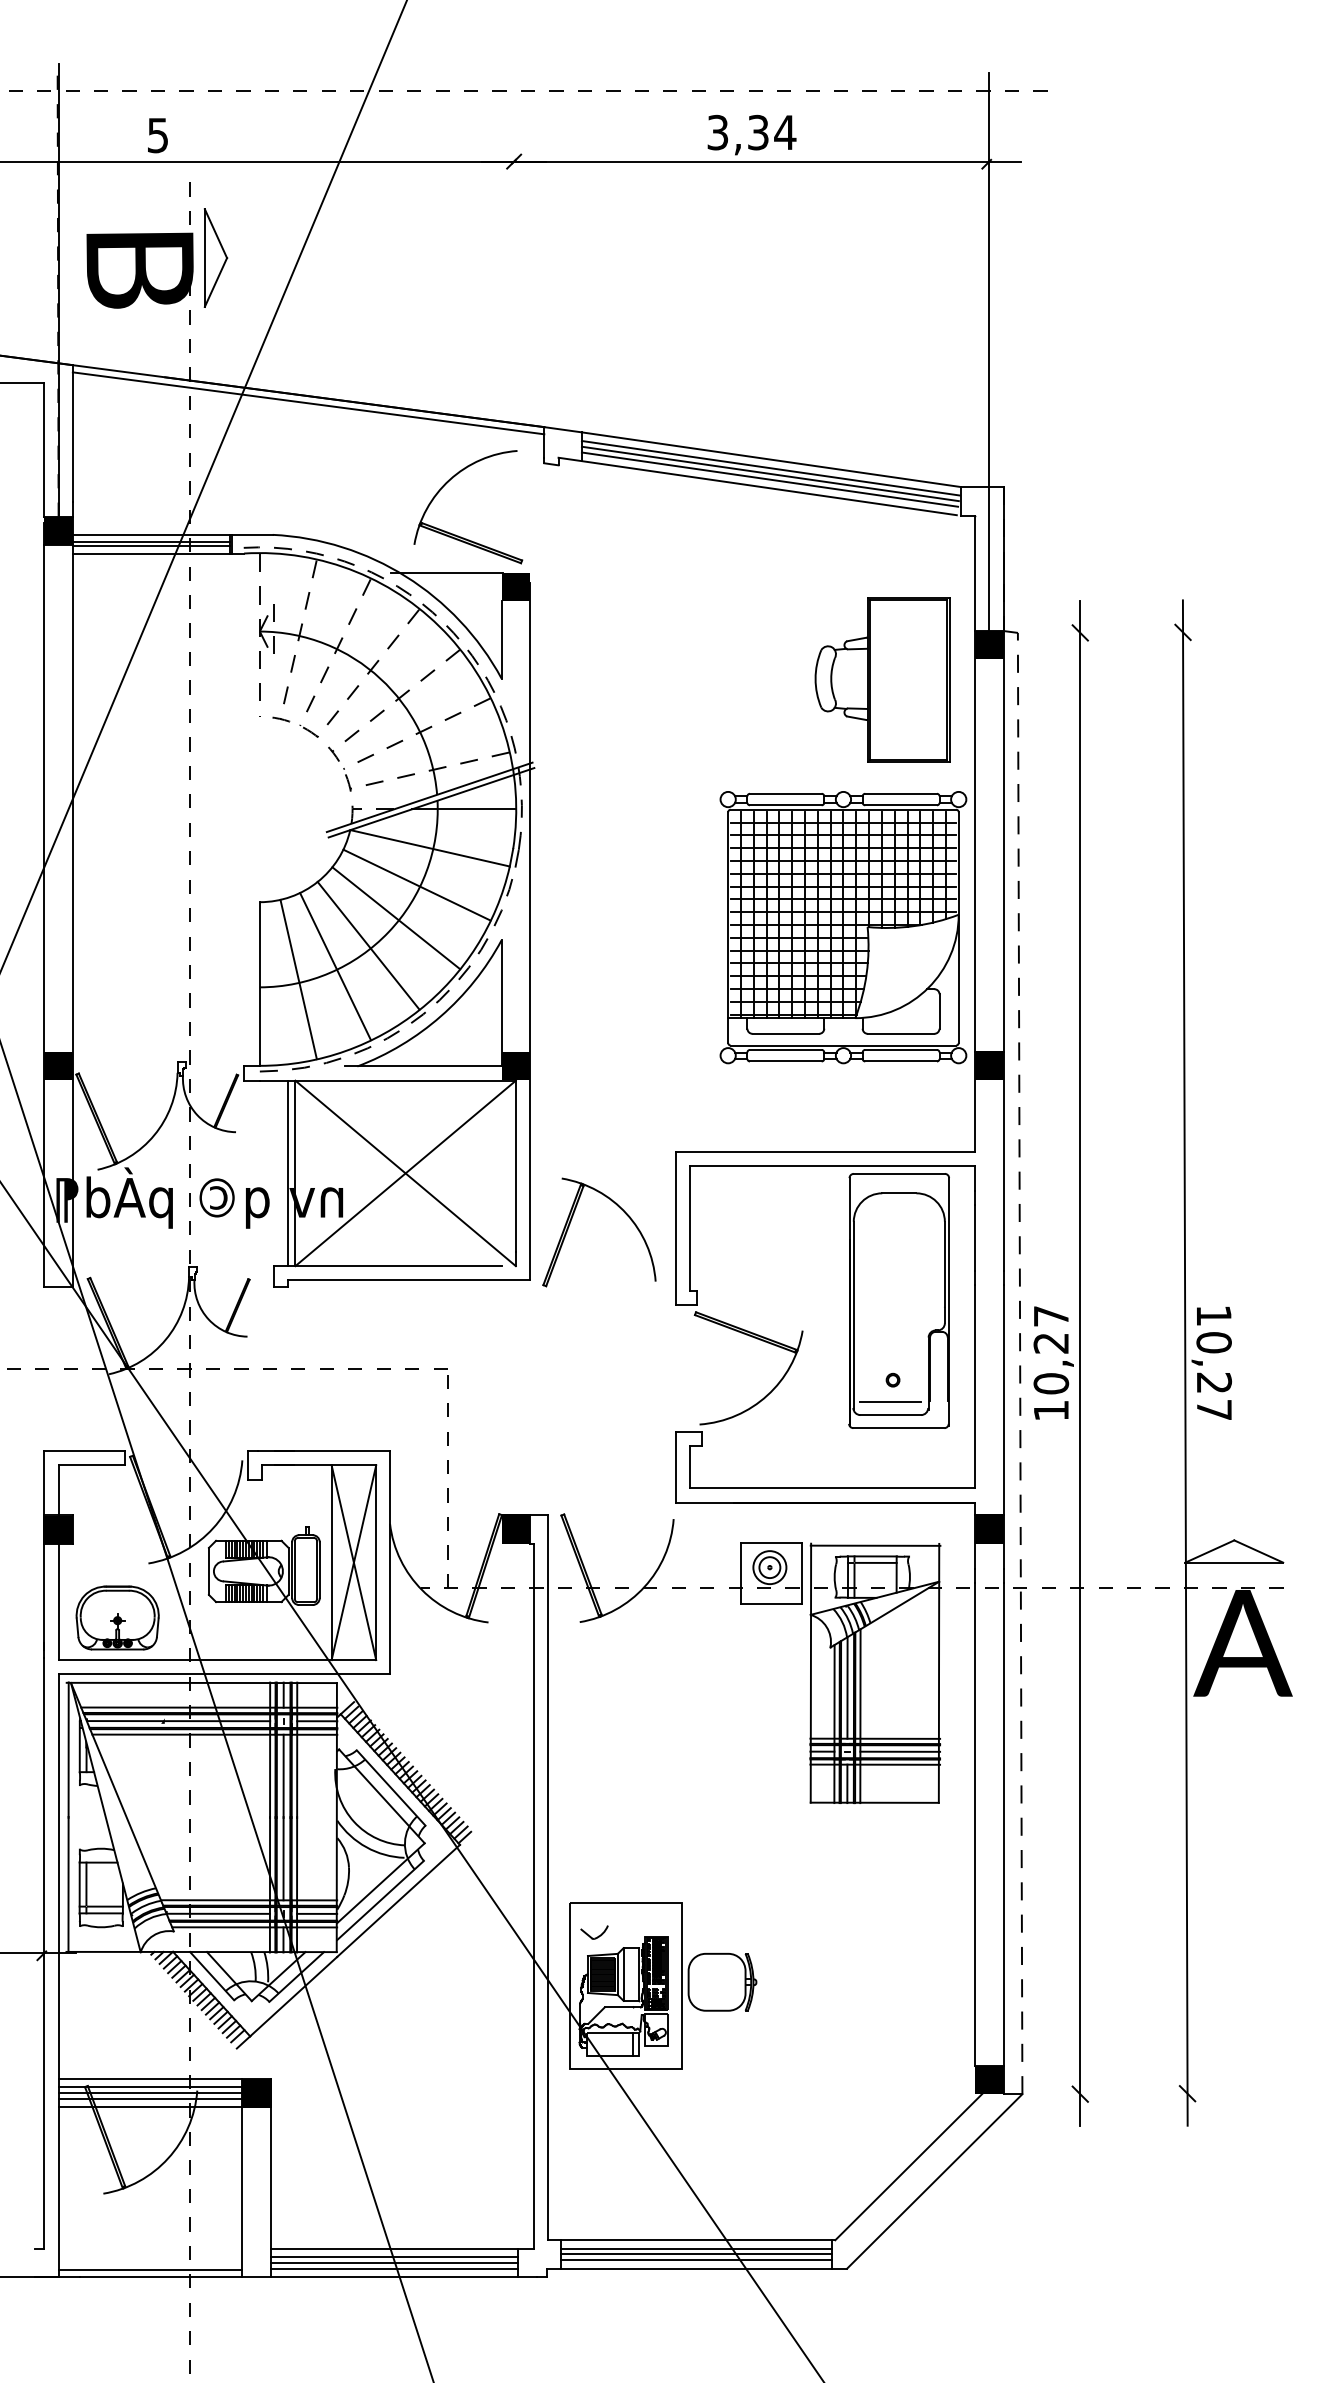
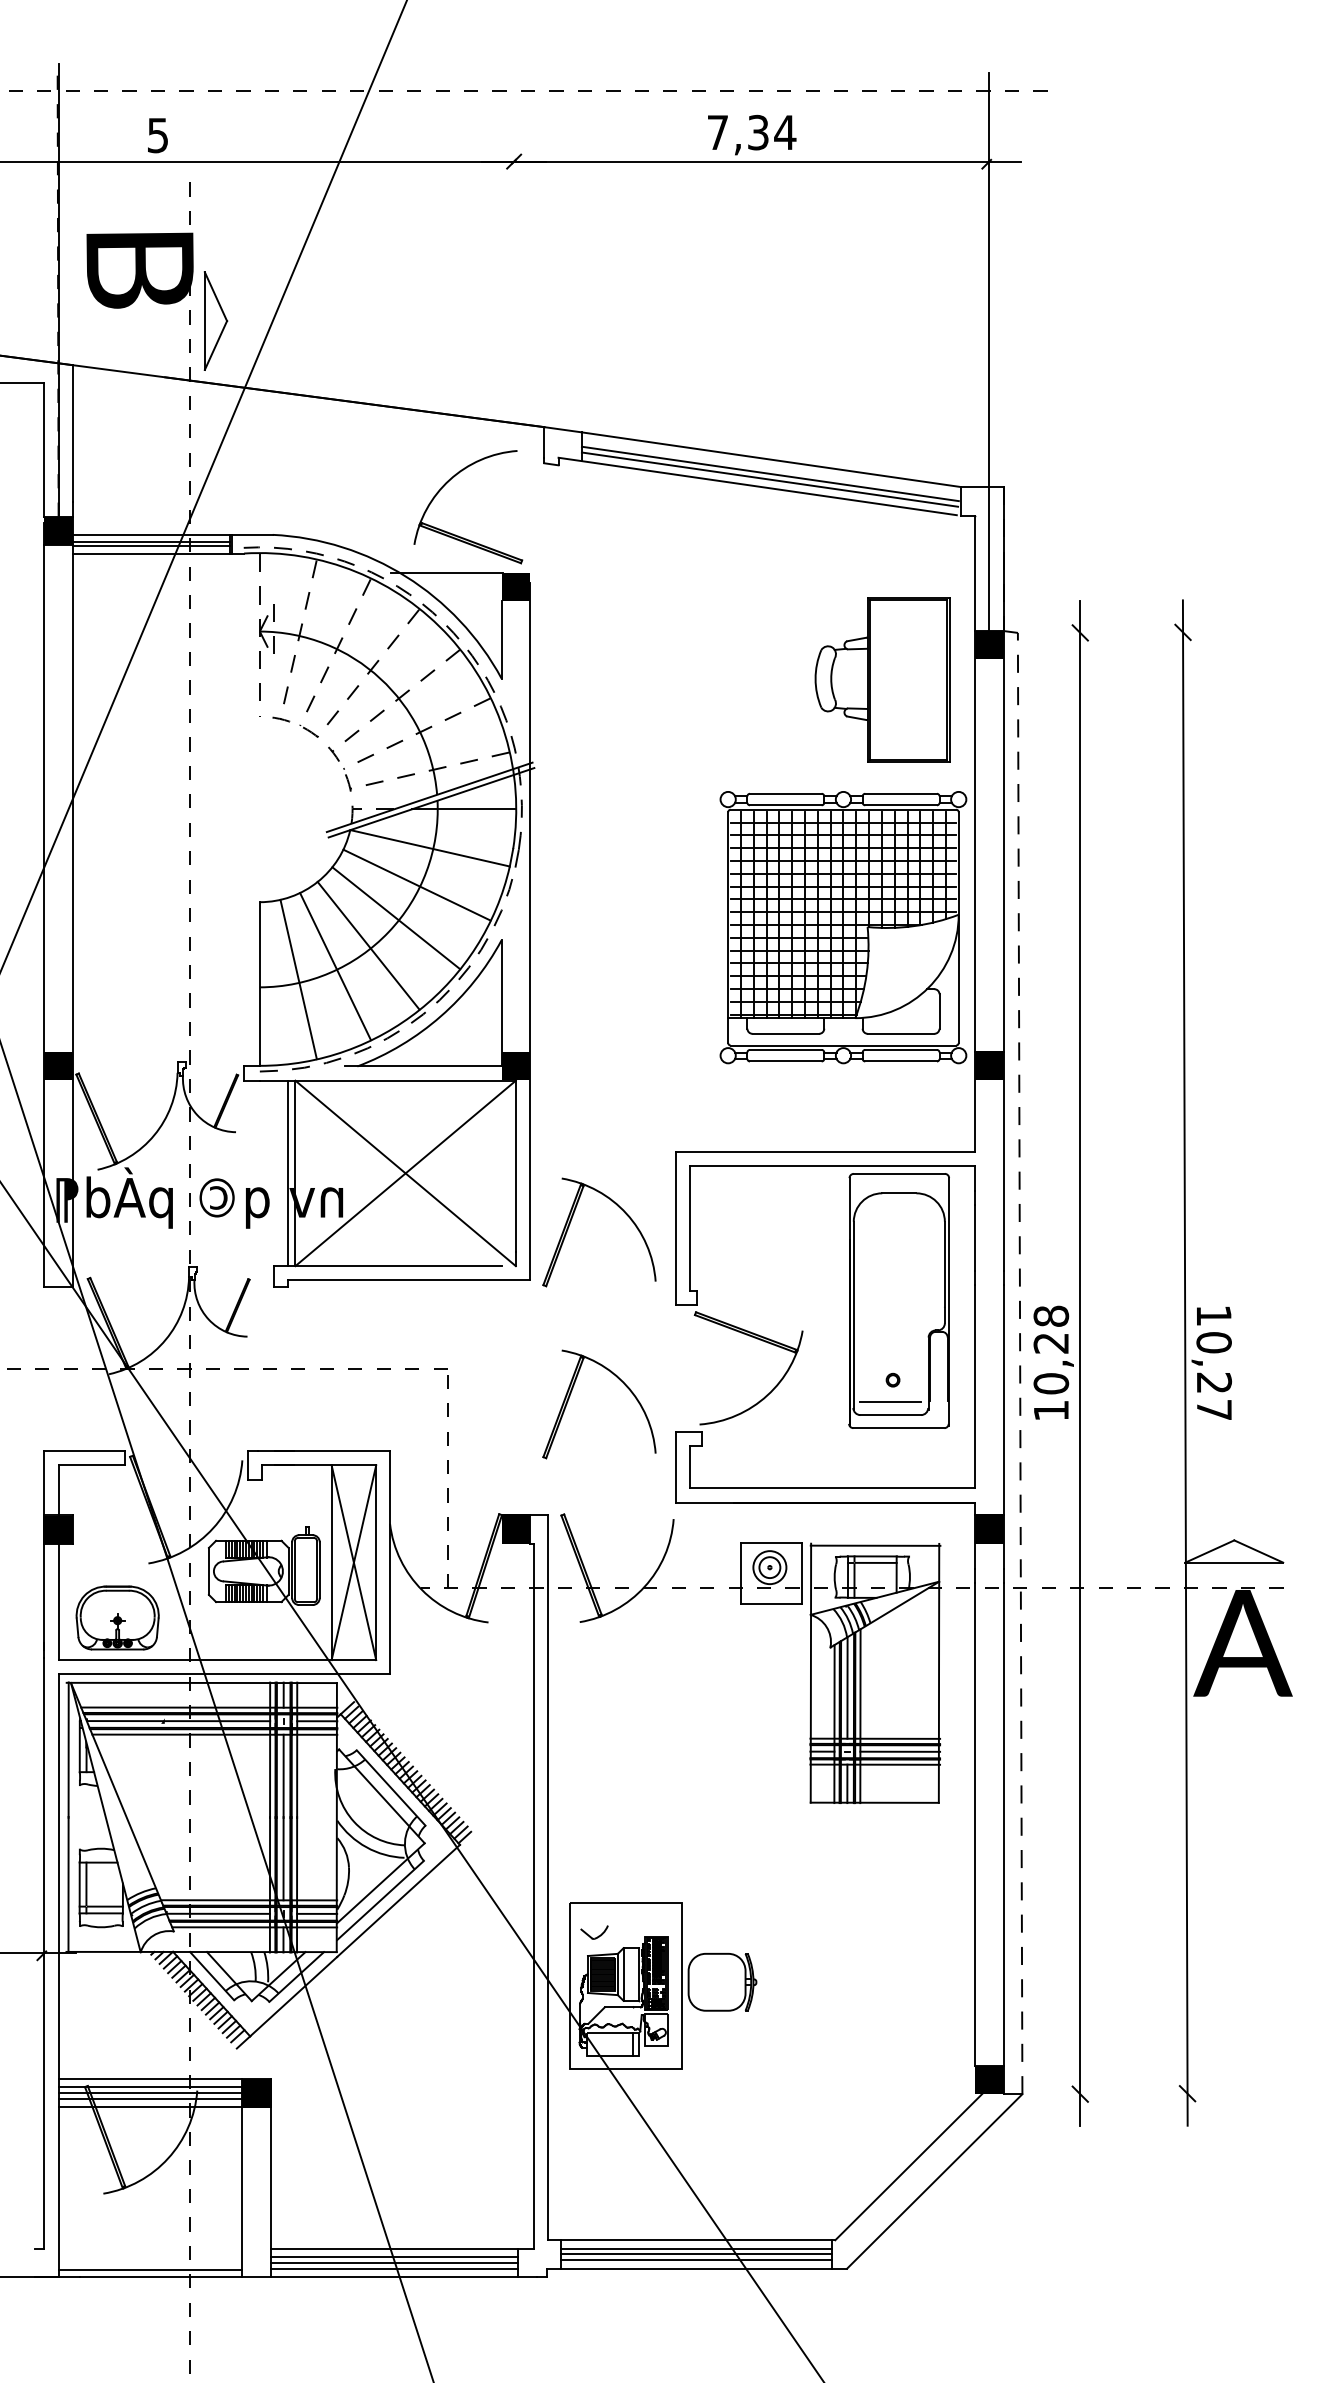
text at (717, 132): 3,34 -> 7,34
part at (215, 257) position: (215, 257) -> (215, 320)
line at (308, 403): present -> none
line at (770, 468): present -> none
text at (1051, 1315): 10,27 -> 10,28
part at (572, 1391): none -> present
